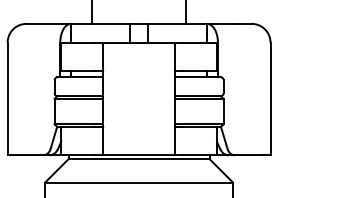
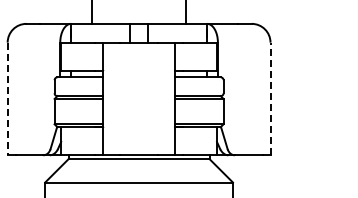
line at (270, 98): solid -> dashed
line at (7, 99): solid -> dashed
